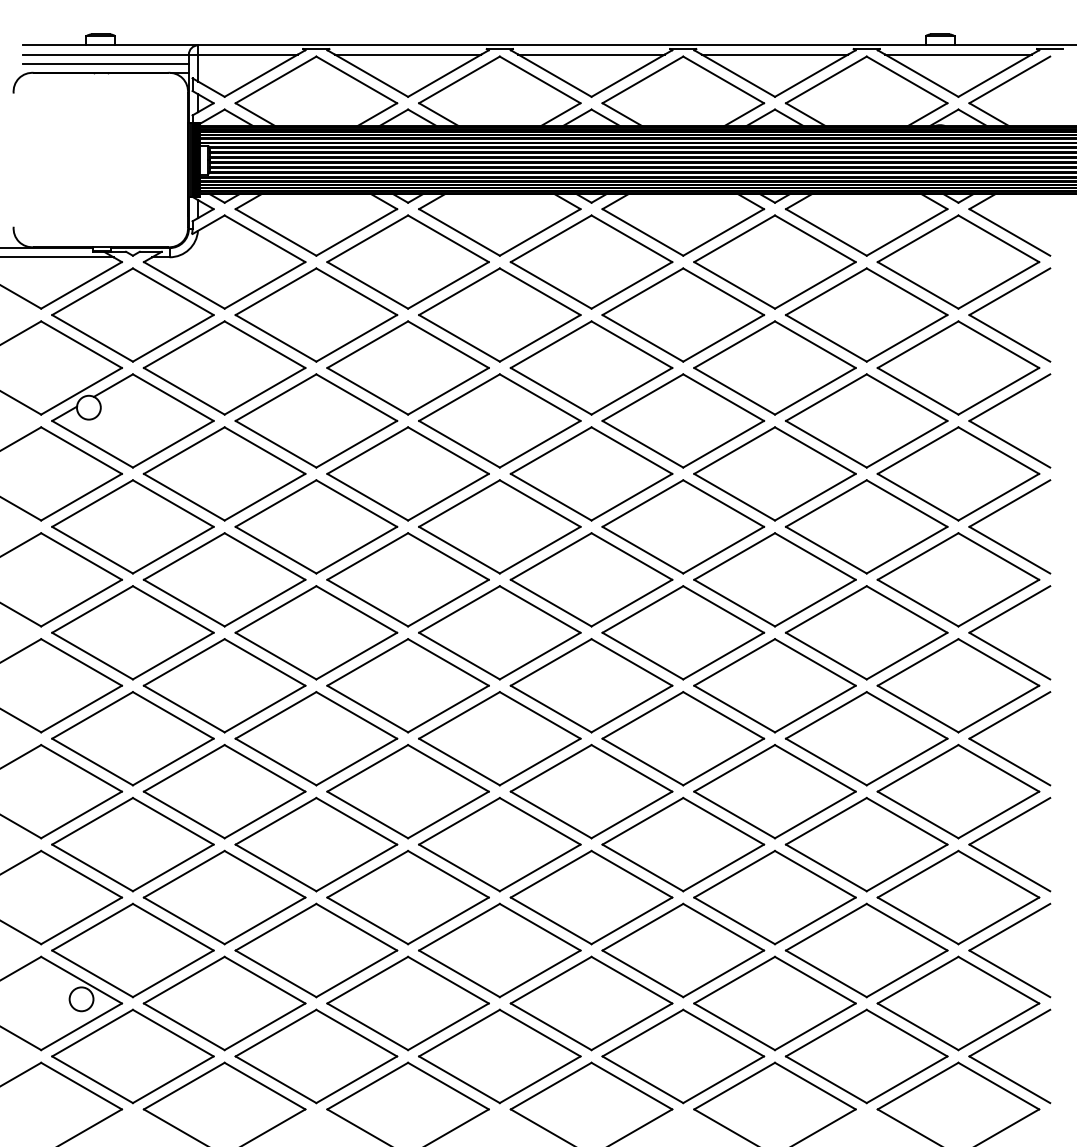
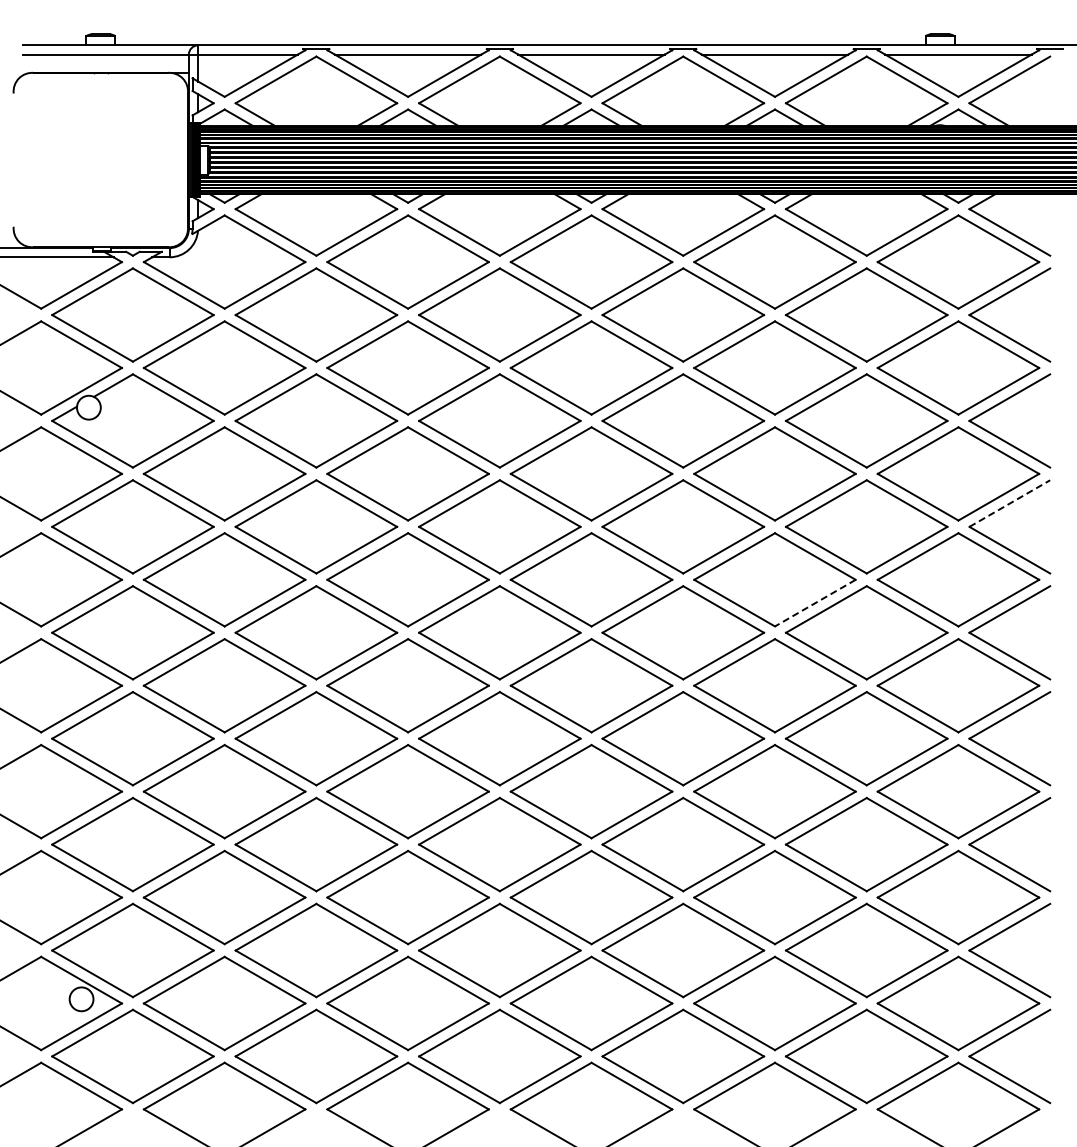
line at (105, 63): present -> none
line at (1009, 503): solid -> dashed
line at (815, 603): solid -> dashed
